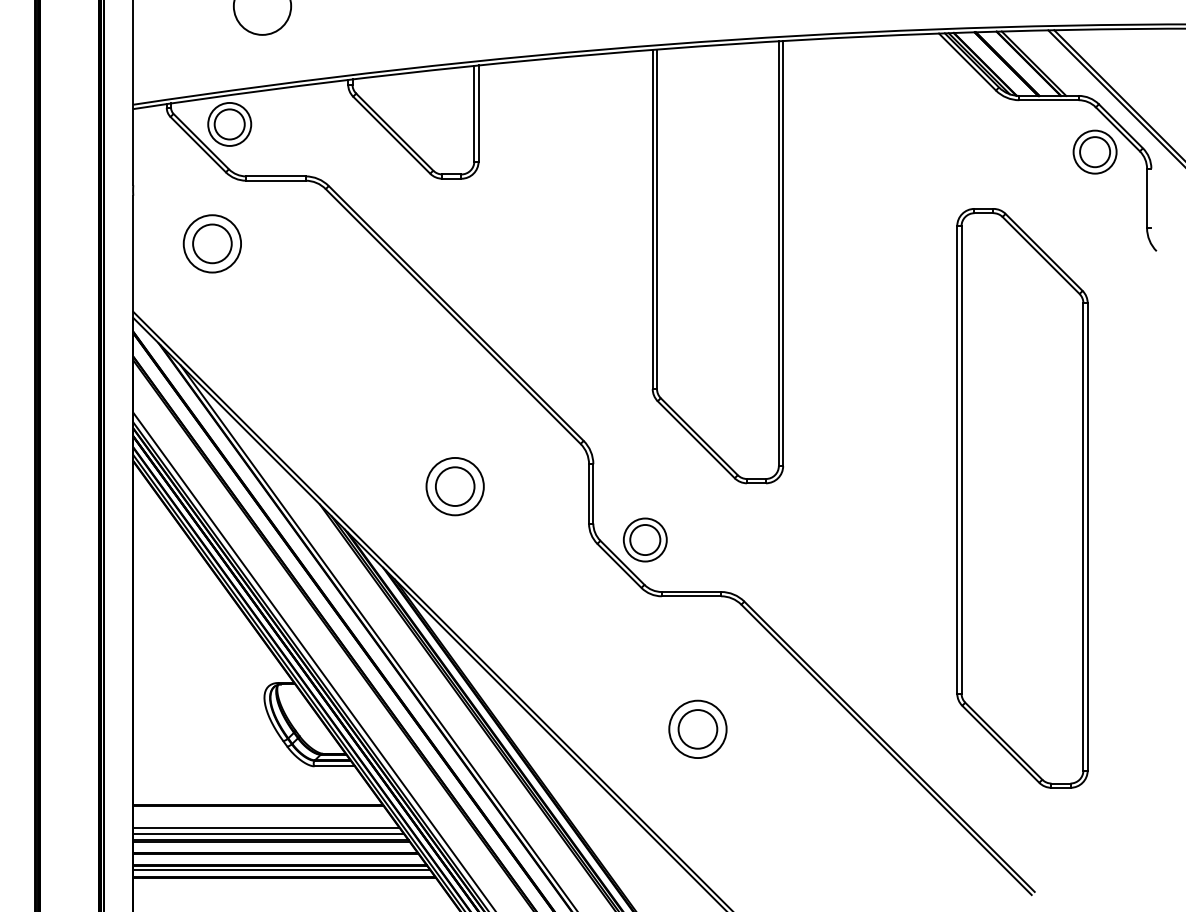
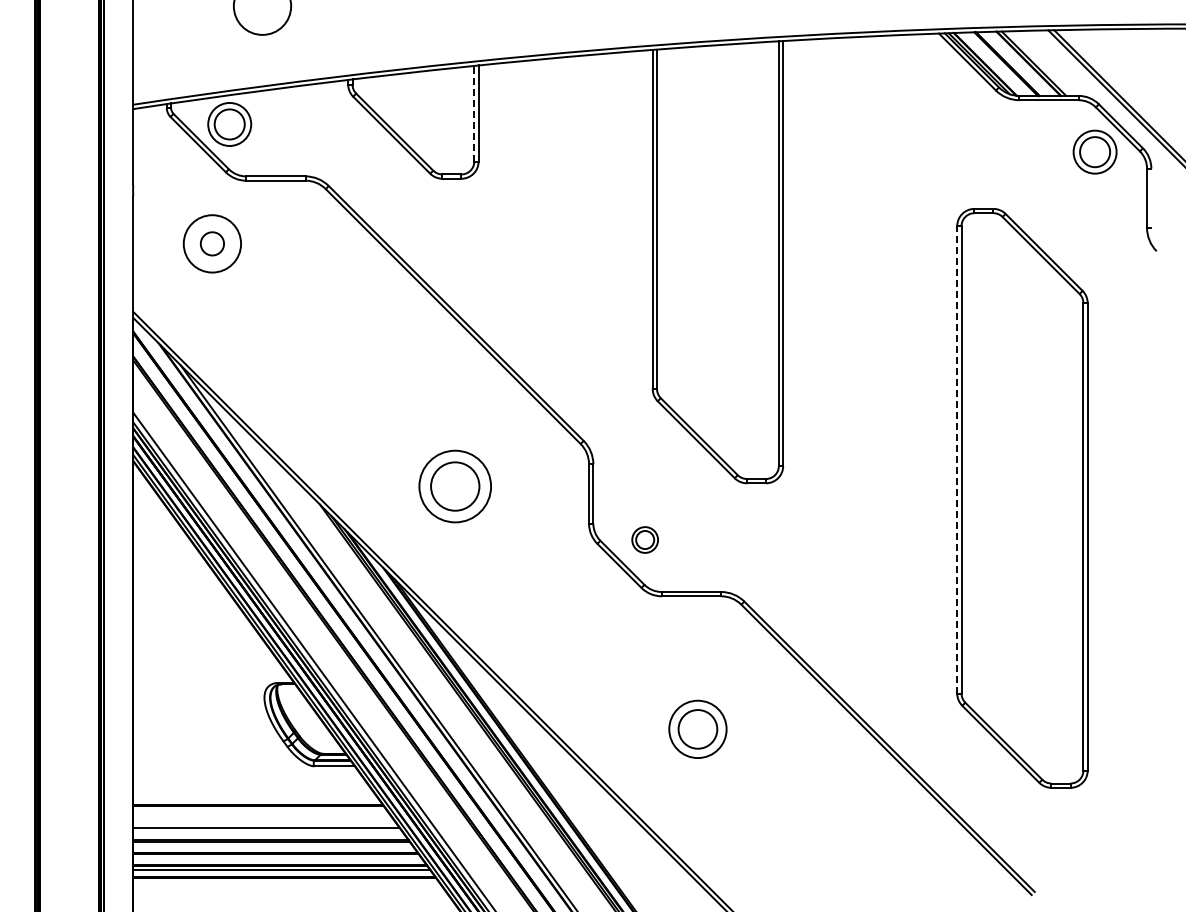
line at (474, 113): solid -> dashed
circle at (212, 243) diameter: 39 px -> 23 px
line at (957, 459): solid -> dashed
part at (454, 486) size: 60x60 px -> 74x75 px
part at (644, 539) size: 46x46 px -> 28x28 px
line at (268, 833): present -> none
